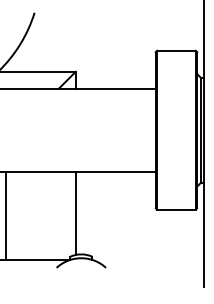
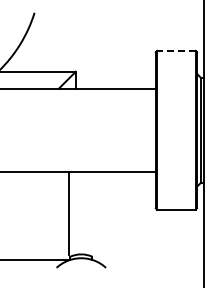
line at (175, 50): solid -> dashed
line at (75, 213) position: (75, 213) -> (68, 213)
line at (6, 215): present -> none
